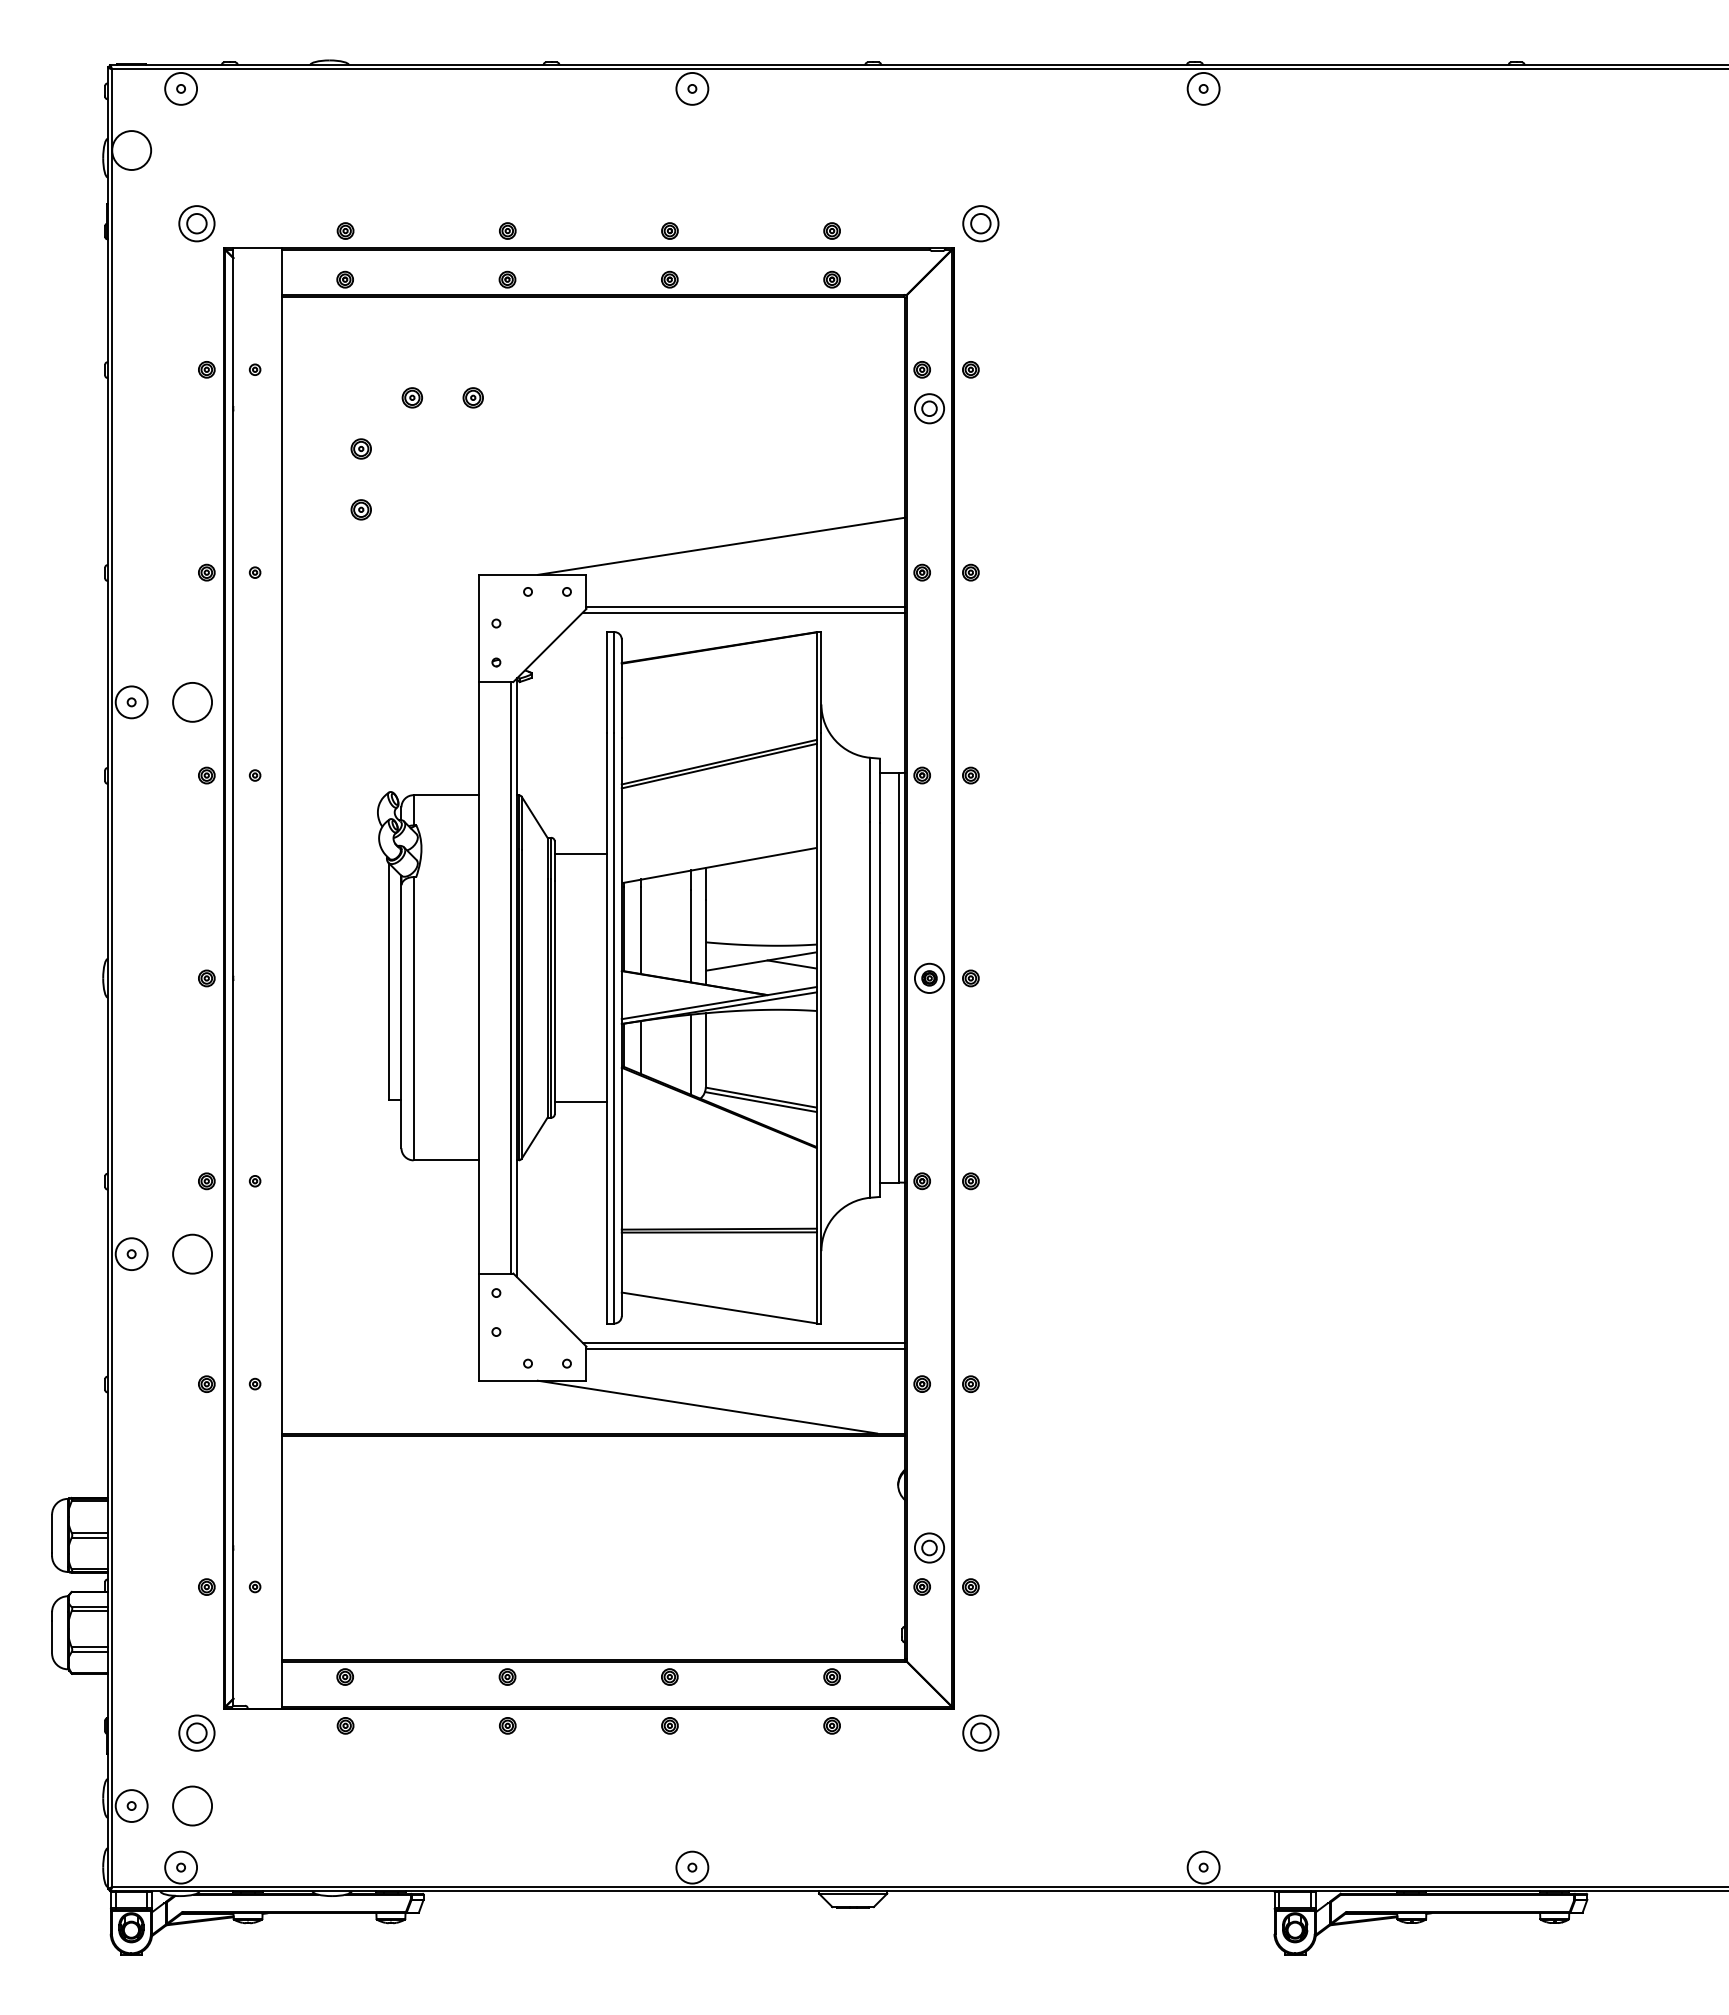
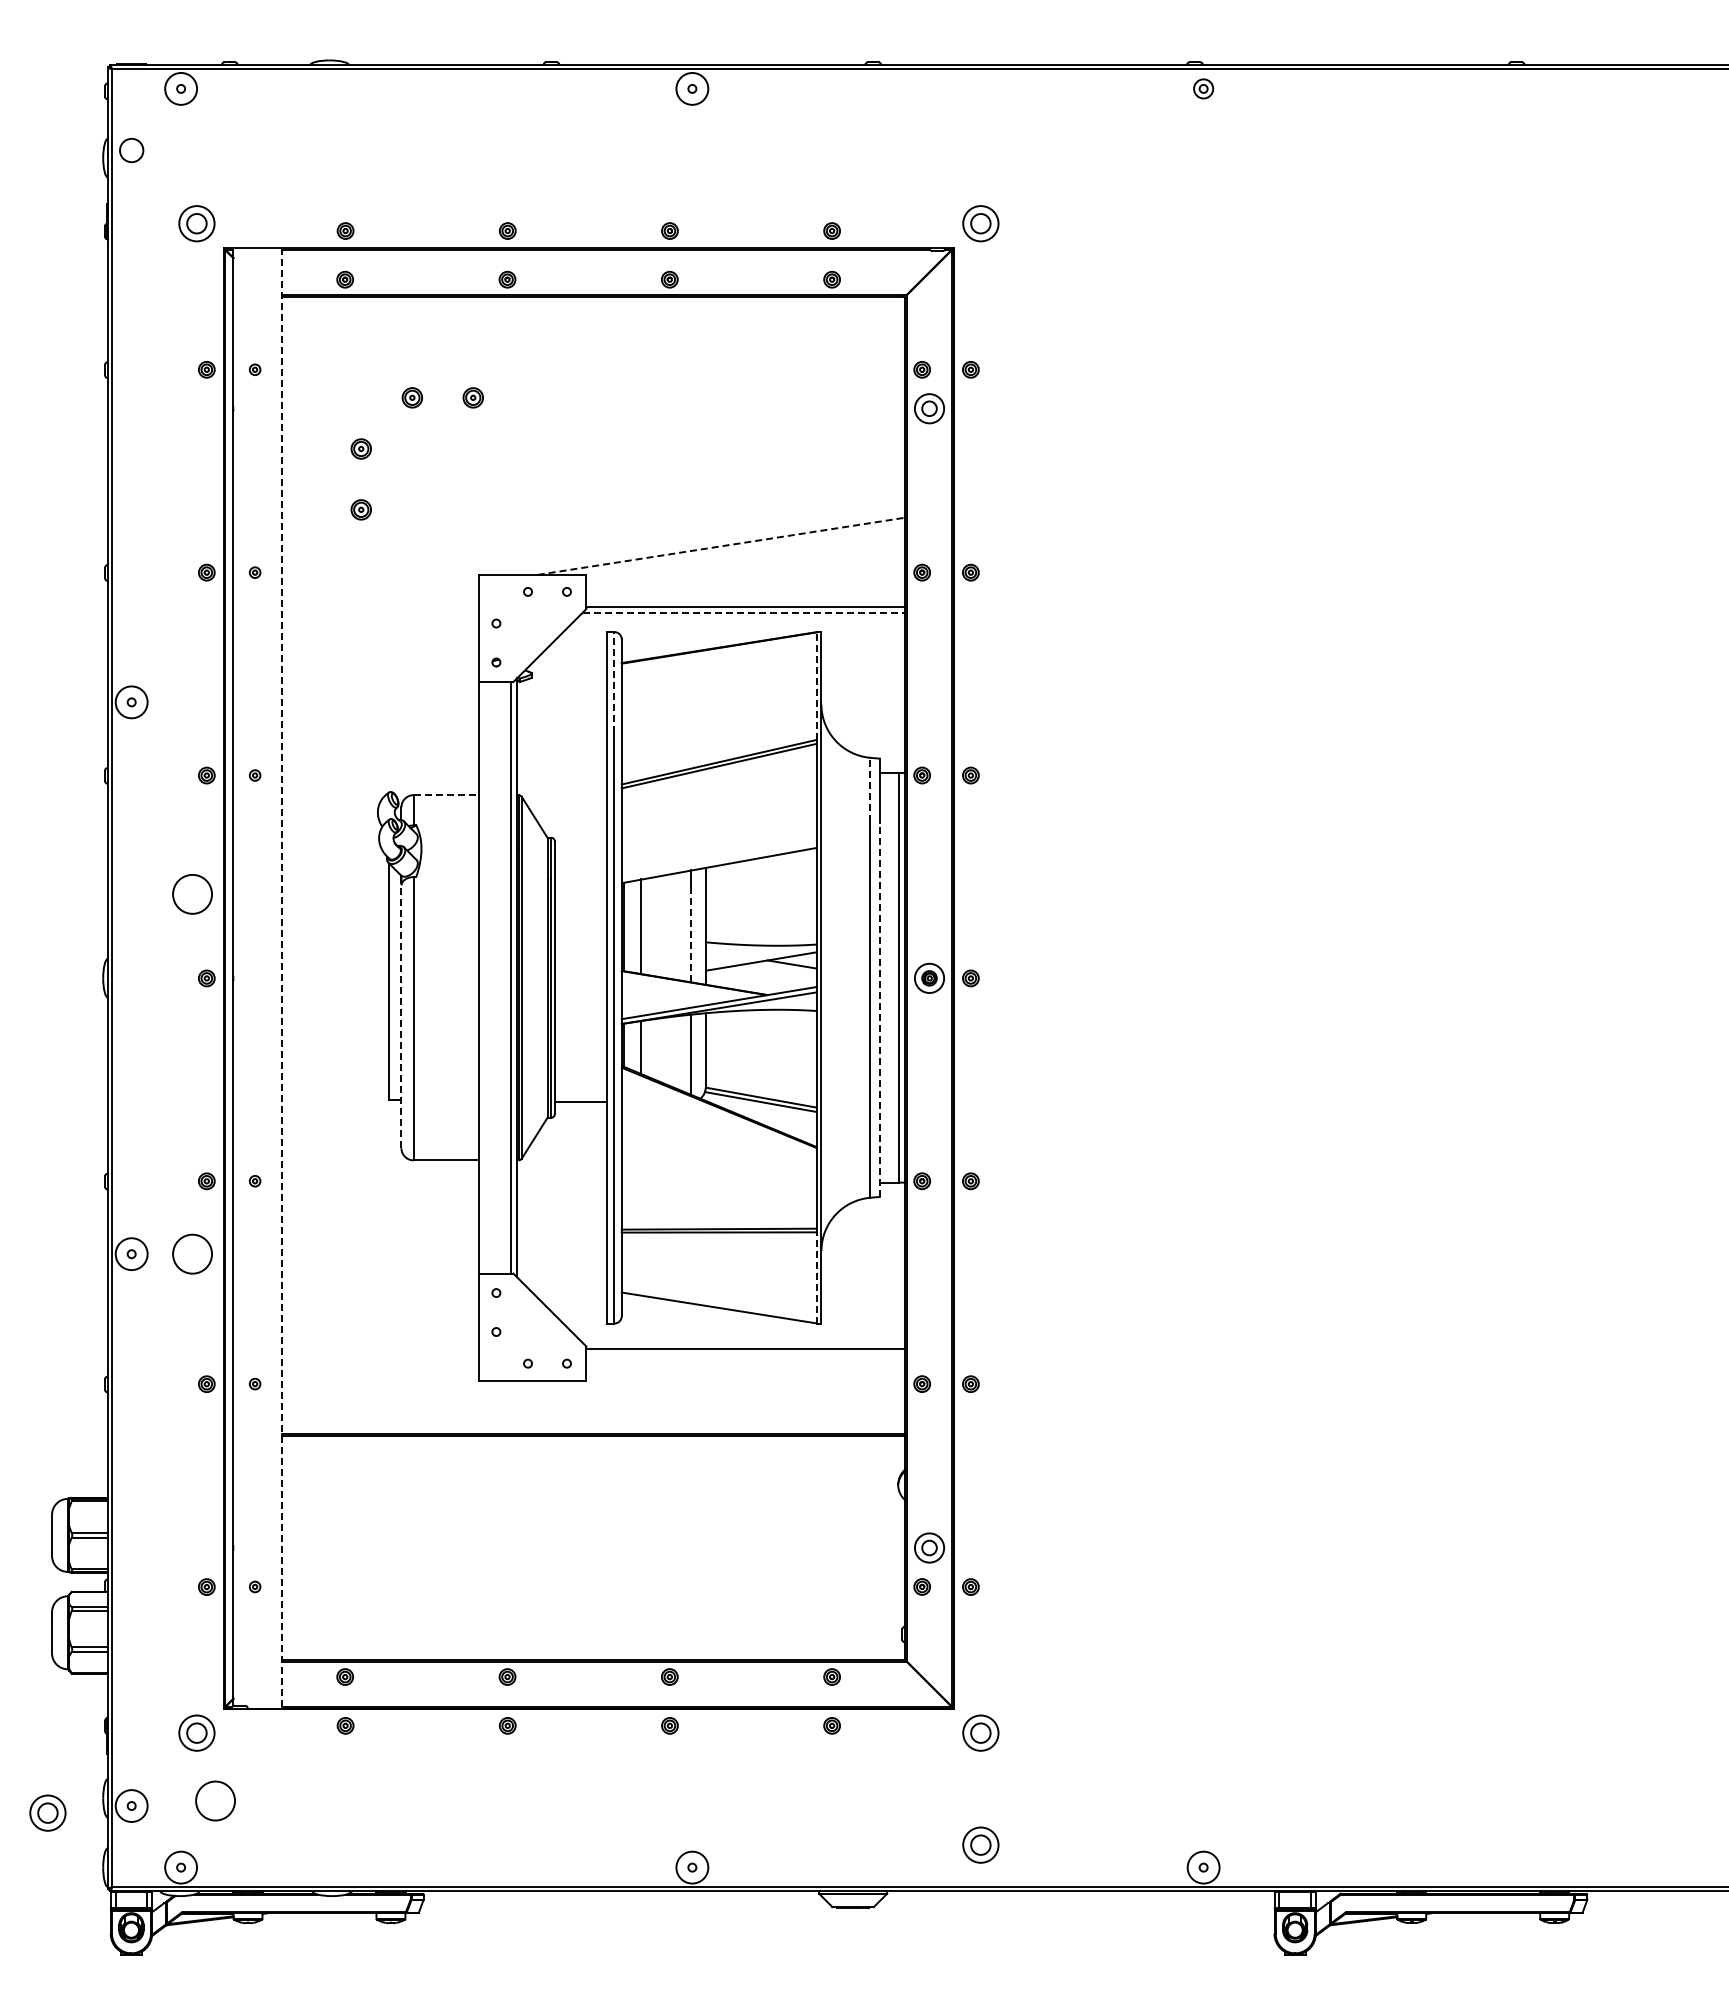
circle at (1203, 88) diameter: 32 px -> 19 px
circle at (131, 150) diameter: 39 px -> 23 px
line at (722, 546): solid -> dashed
line at (744, 612): solid -> dashed
line at (614, 682): solid -> dashed
line at (816, 686): solid -> dashed
circle at (192, 702) position: (192, 702) -> (192, 894)
line at (870, 789): solid -> dashed
line at (446, 795): solid -> dashed
line at (580, 853): present -> none
line at (691, 935): solid -> dashed
line at (282, 978): solid -> dashed
line at (879, 1009): solid -> dashed
line at (401, 1012): solid -> dashed
line at (816, 1277): solid -> dashed
line at (743, 1342): present -> none
line at (707, 1406): present -> none
circle at (192, 1805) position: (192, 1805) -> (215, 1800)
part at (47, 1812): none -> present
part at (980, 1844): none -> present
